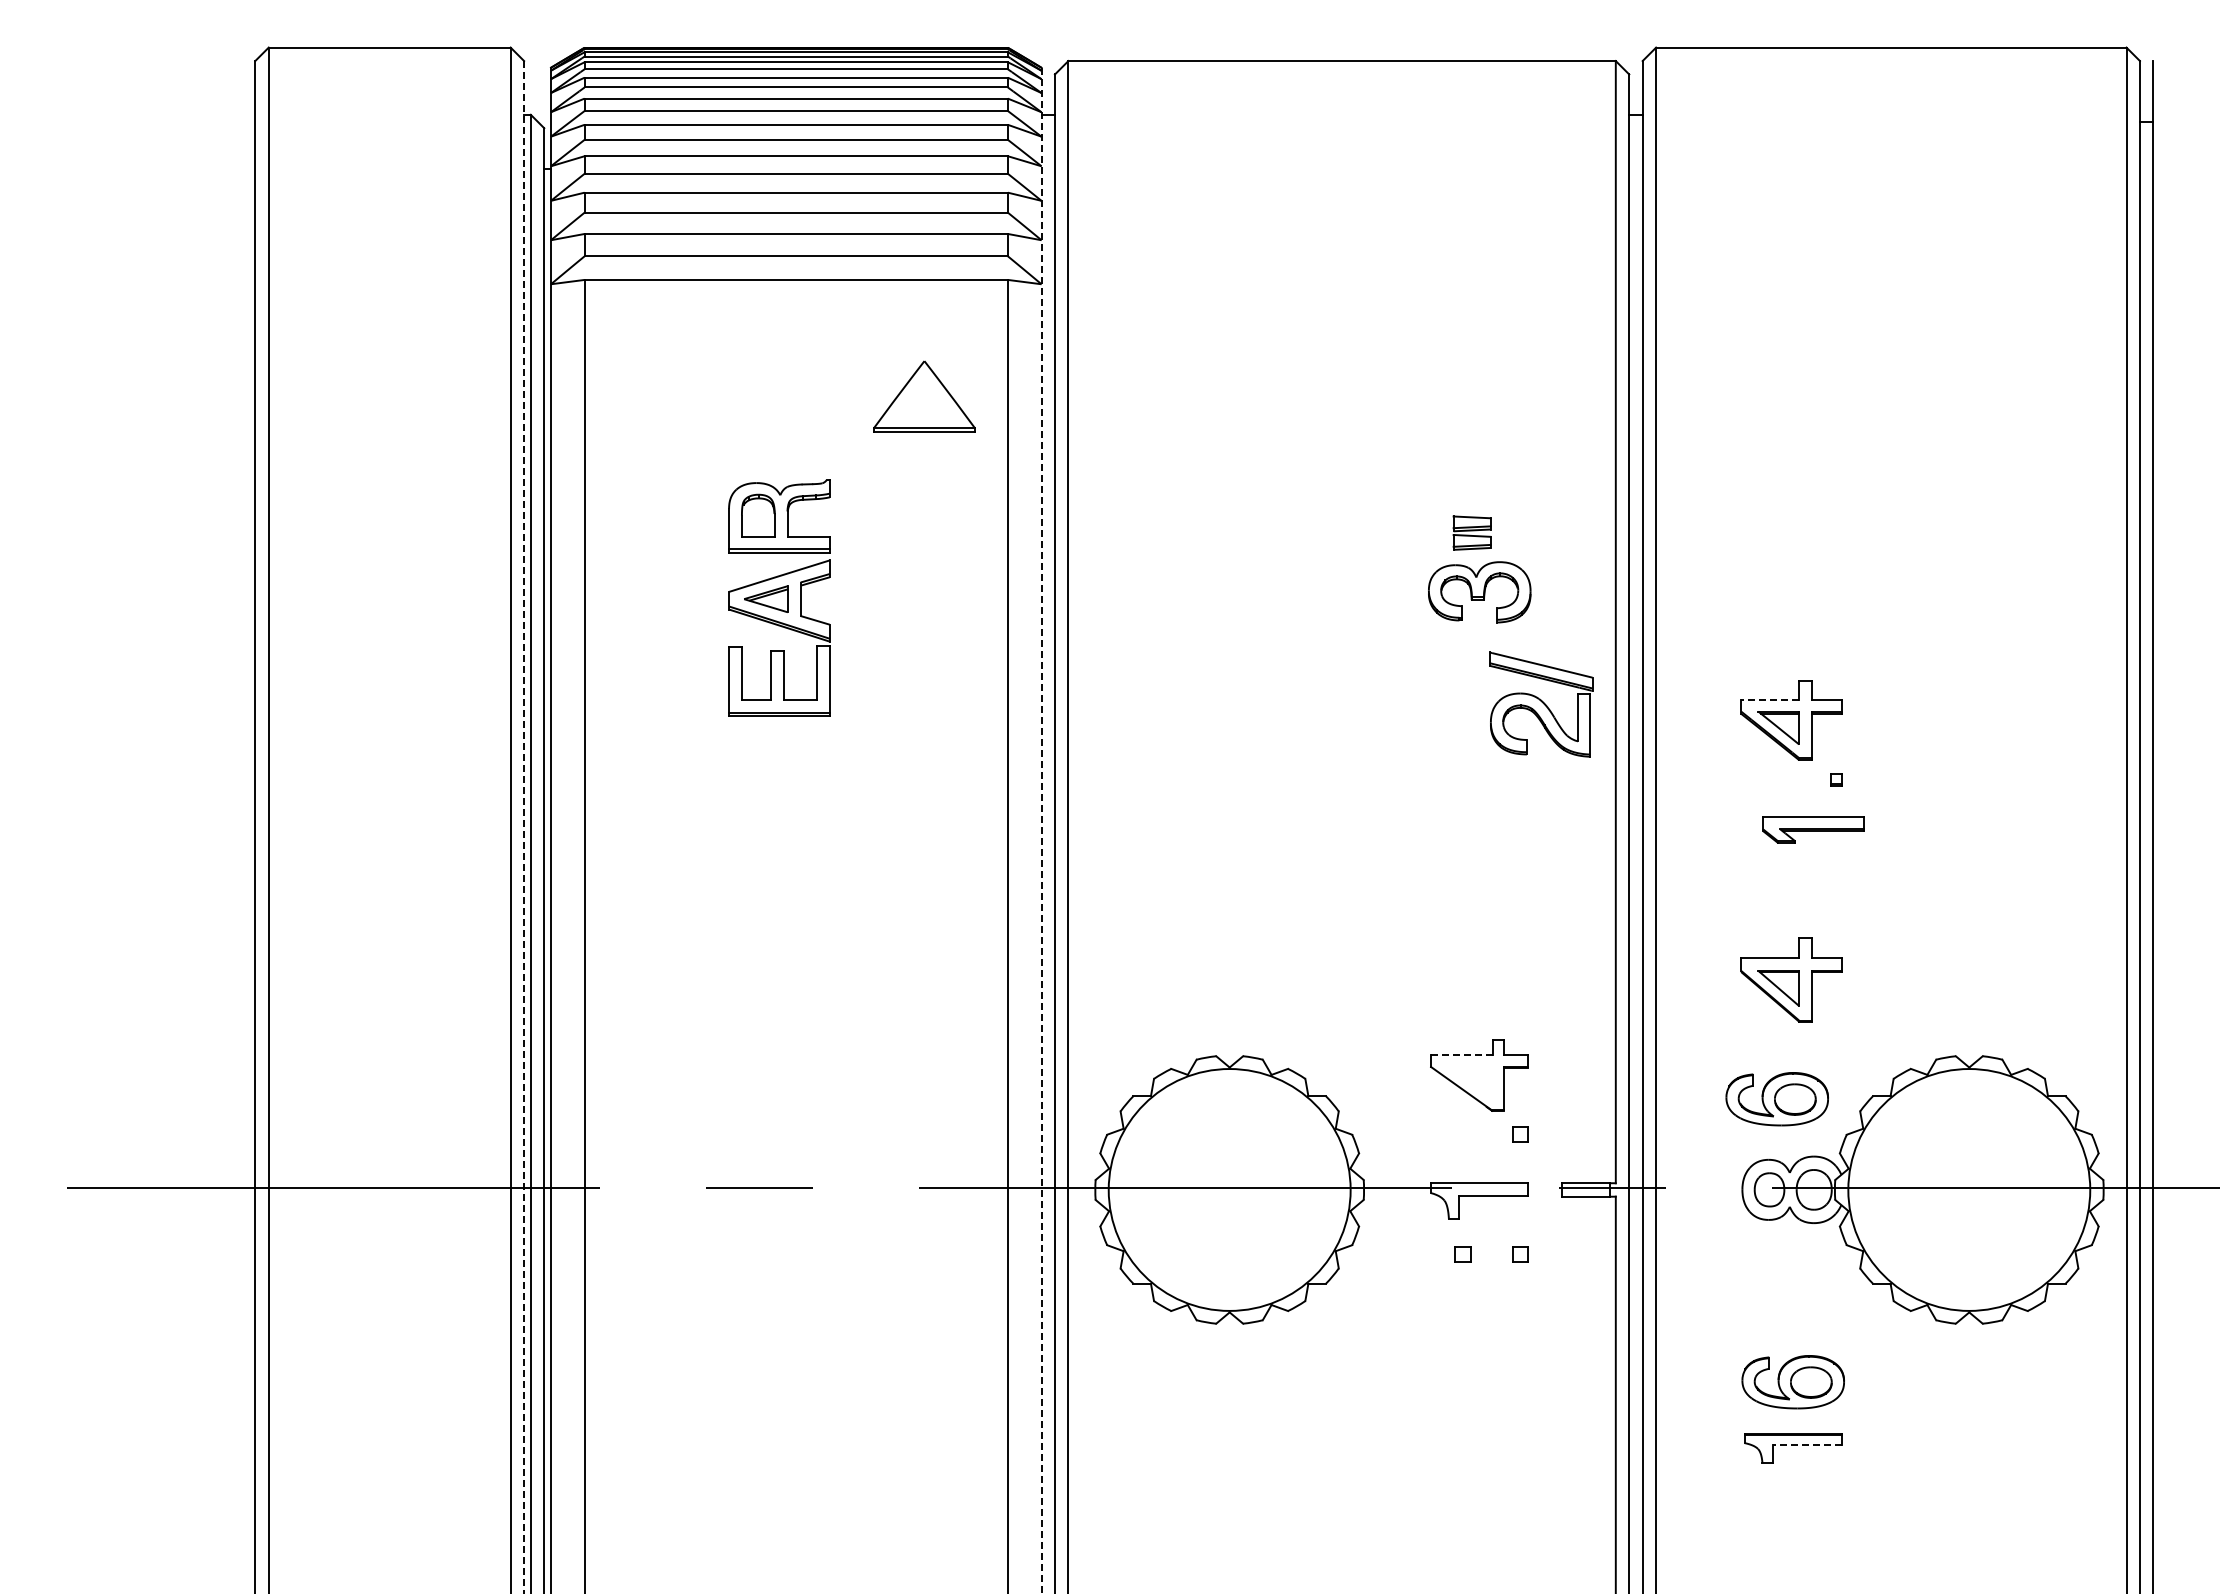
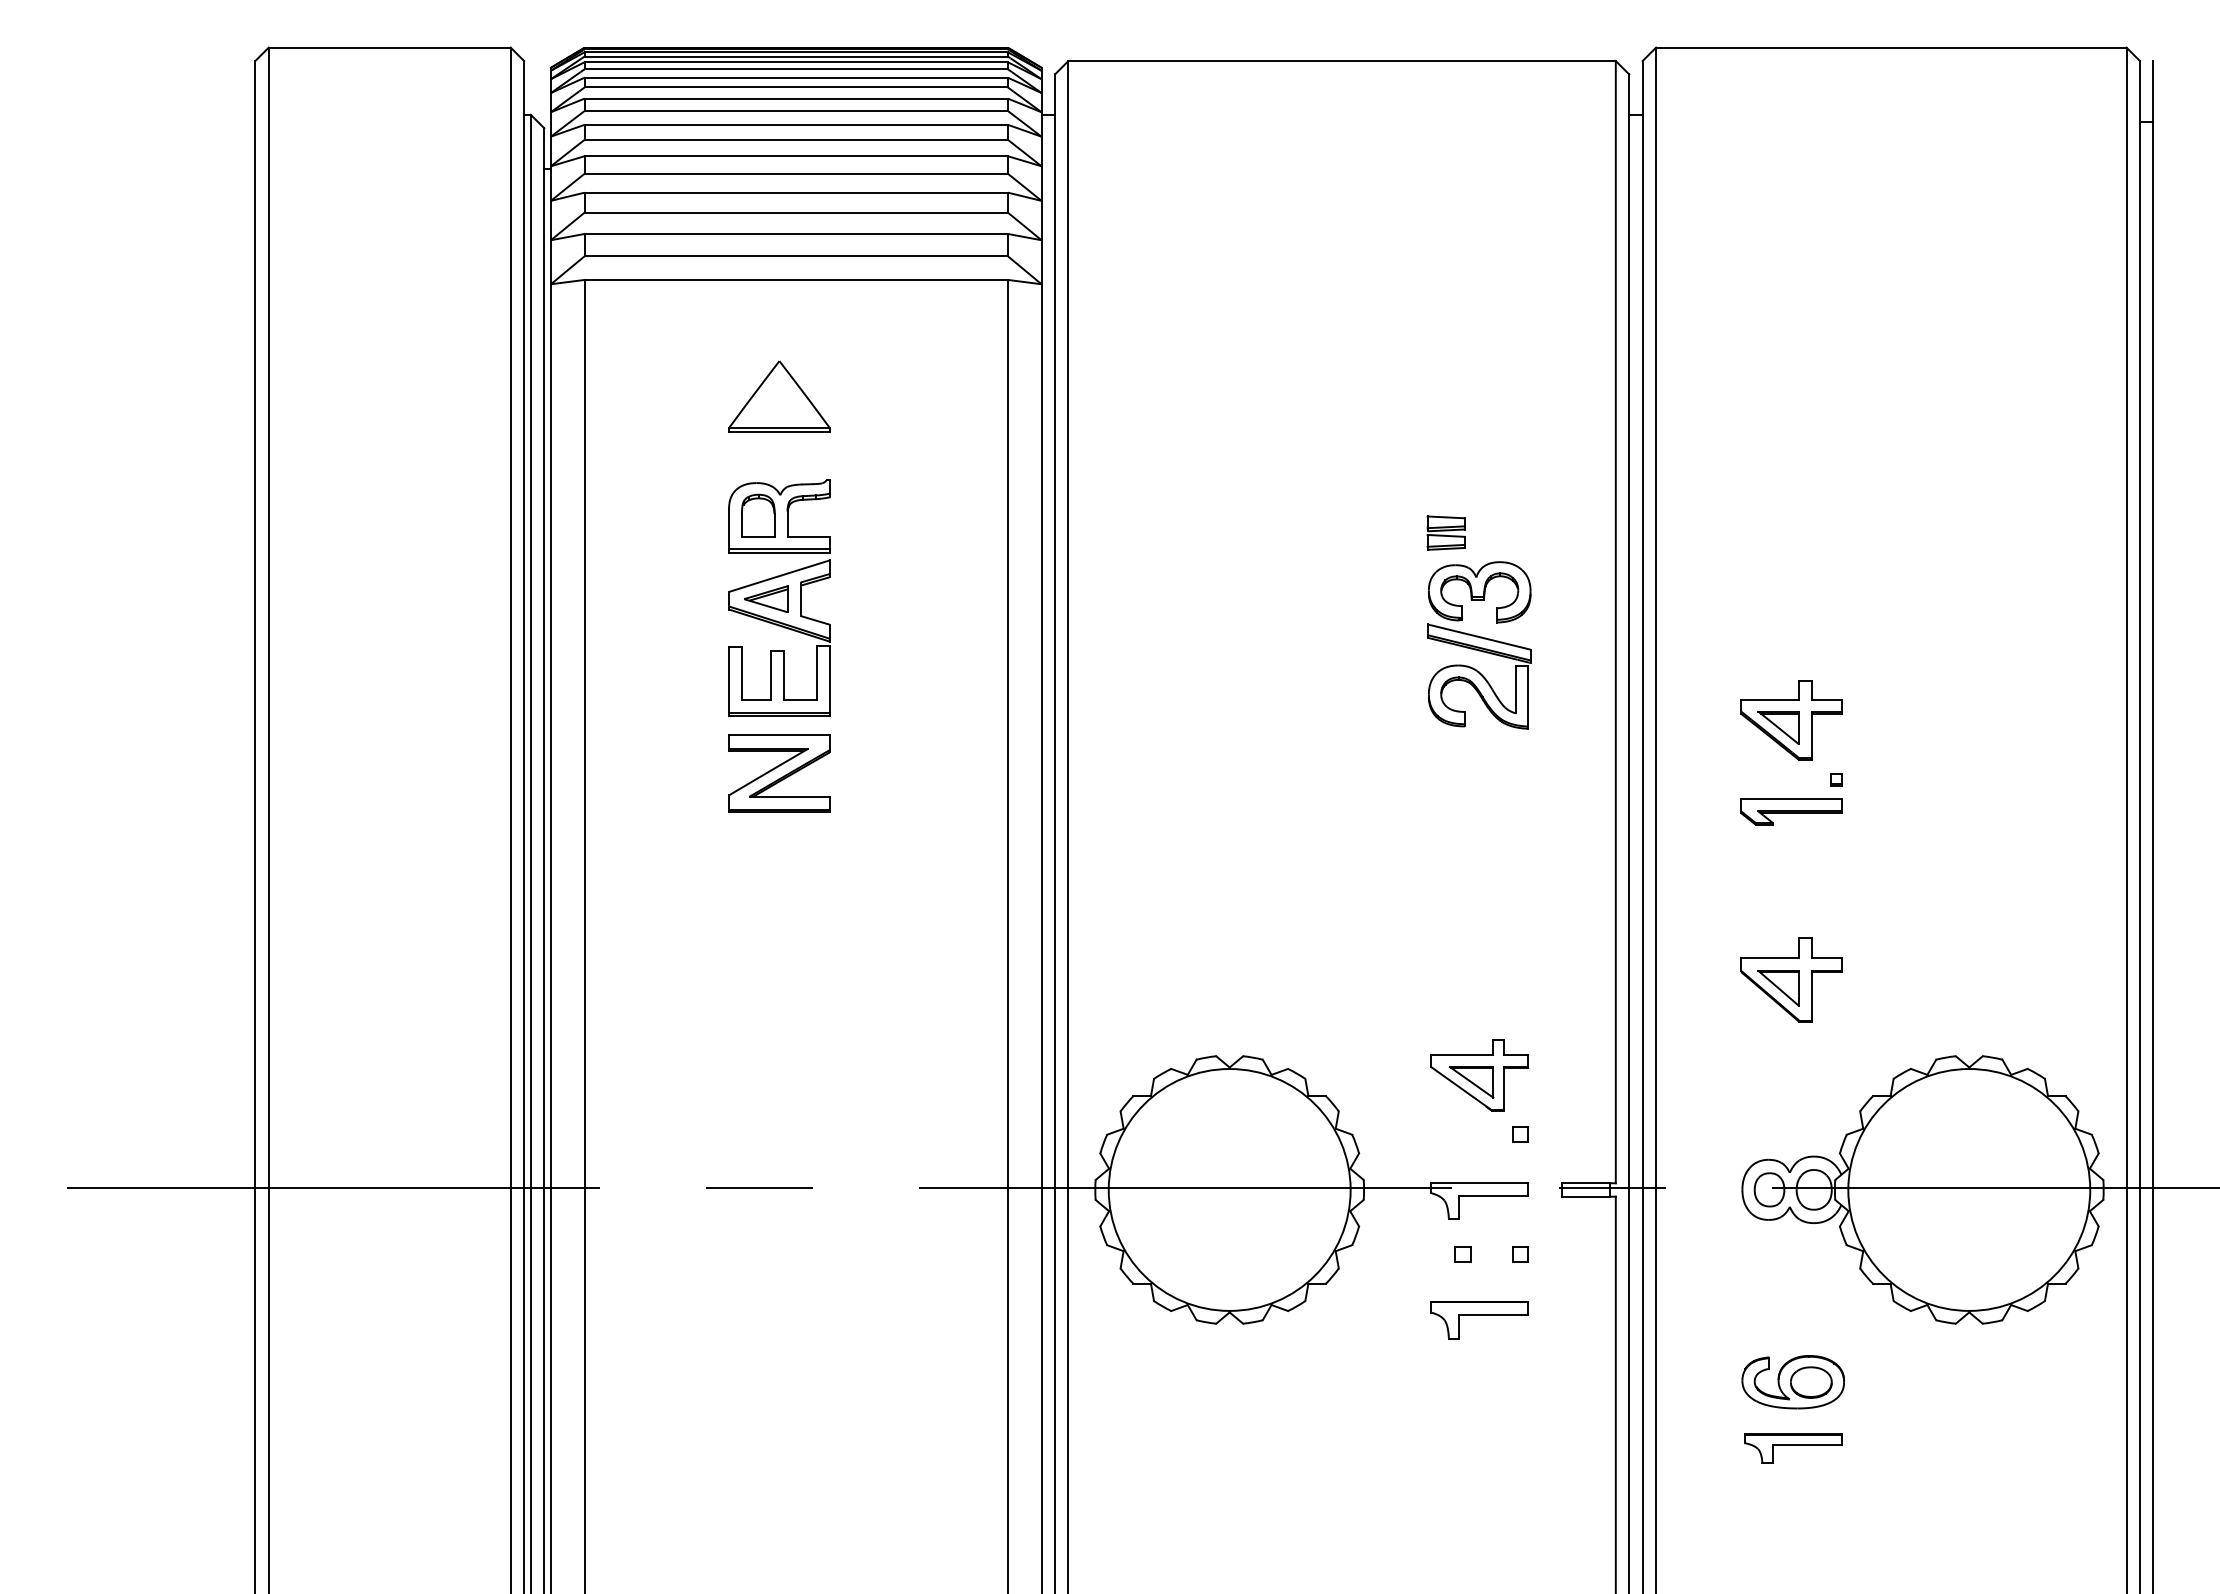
part at (924, 396) position: (924, 396) -> (779, 396)
part at (1471, 532) position: (1471, 532) -> (1445, 532)
line at (1770, 700): dashed -> solid
part at (1541, 704) position: (1541, 704) -> (1479, 676)
part at (779, 773): none -> present
line at (524, 828): dashed -> solid
part at (1813, 829) position: (1813, 829) -> (1791, 811)
line at (1041, 830): dashed -> solid
line at (1462, 1054): dashed -> solid
part at (1471, 1082): none -> present
part at (1776, 1099): present -> none
part at (1479, 1320): none -> present
line at (1807, 1445): dashed -> solid
